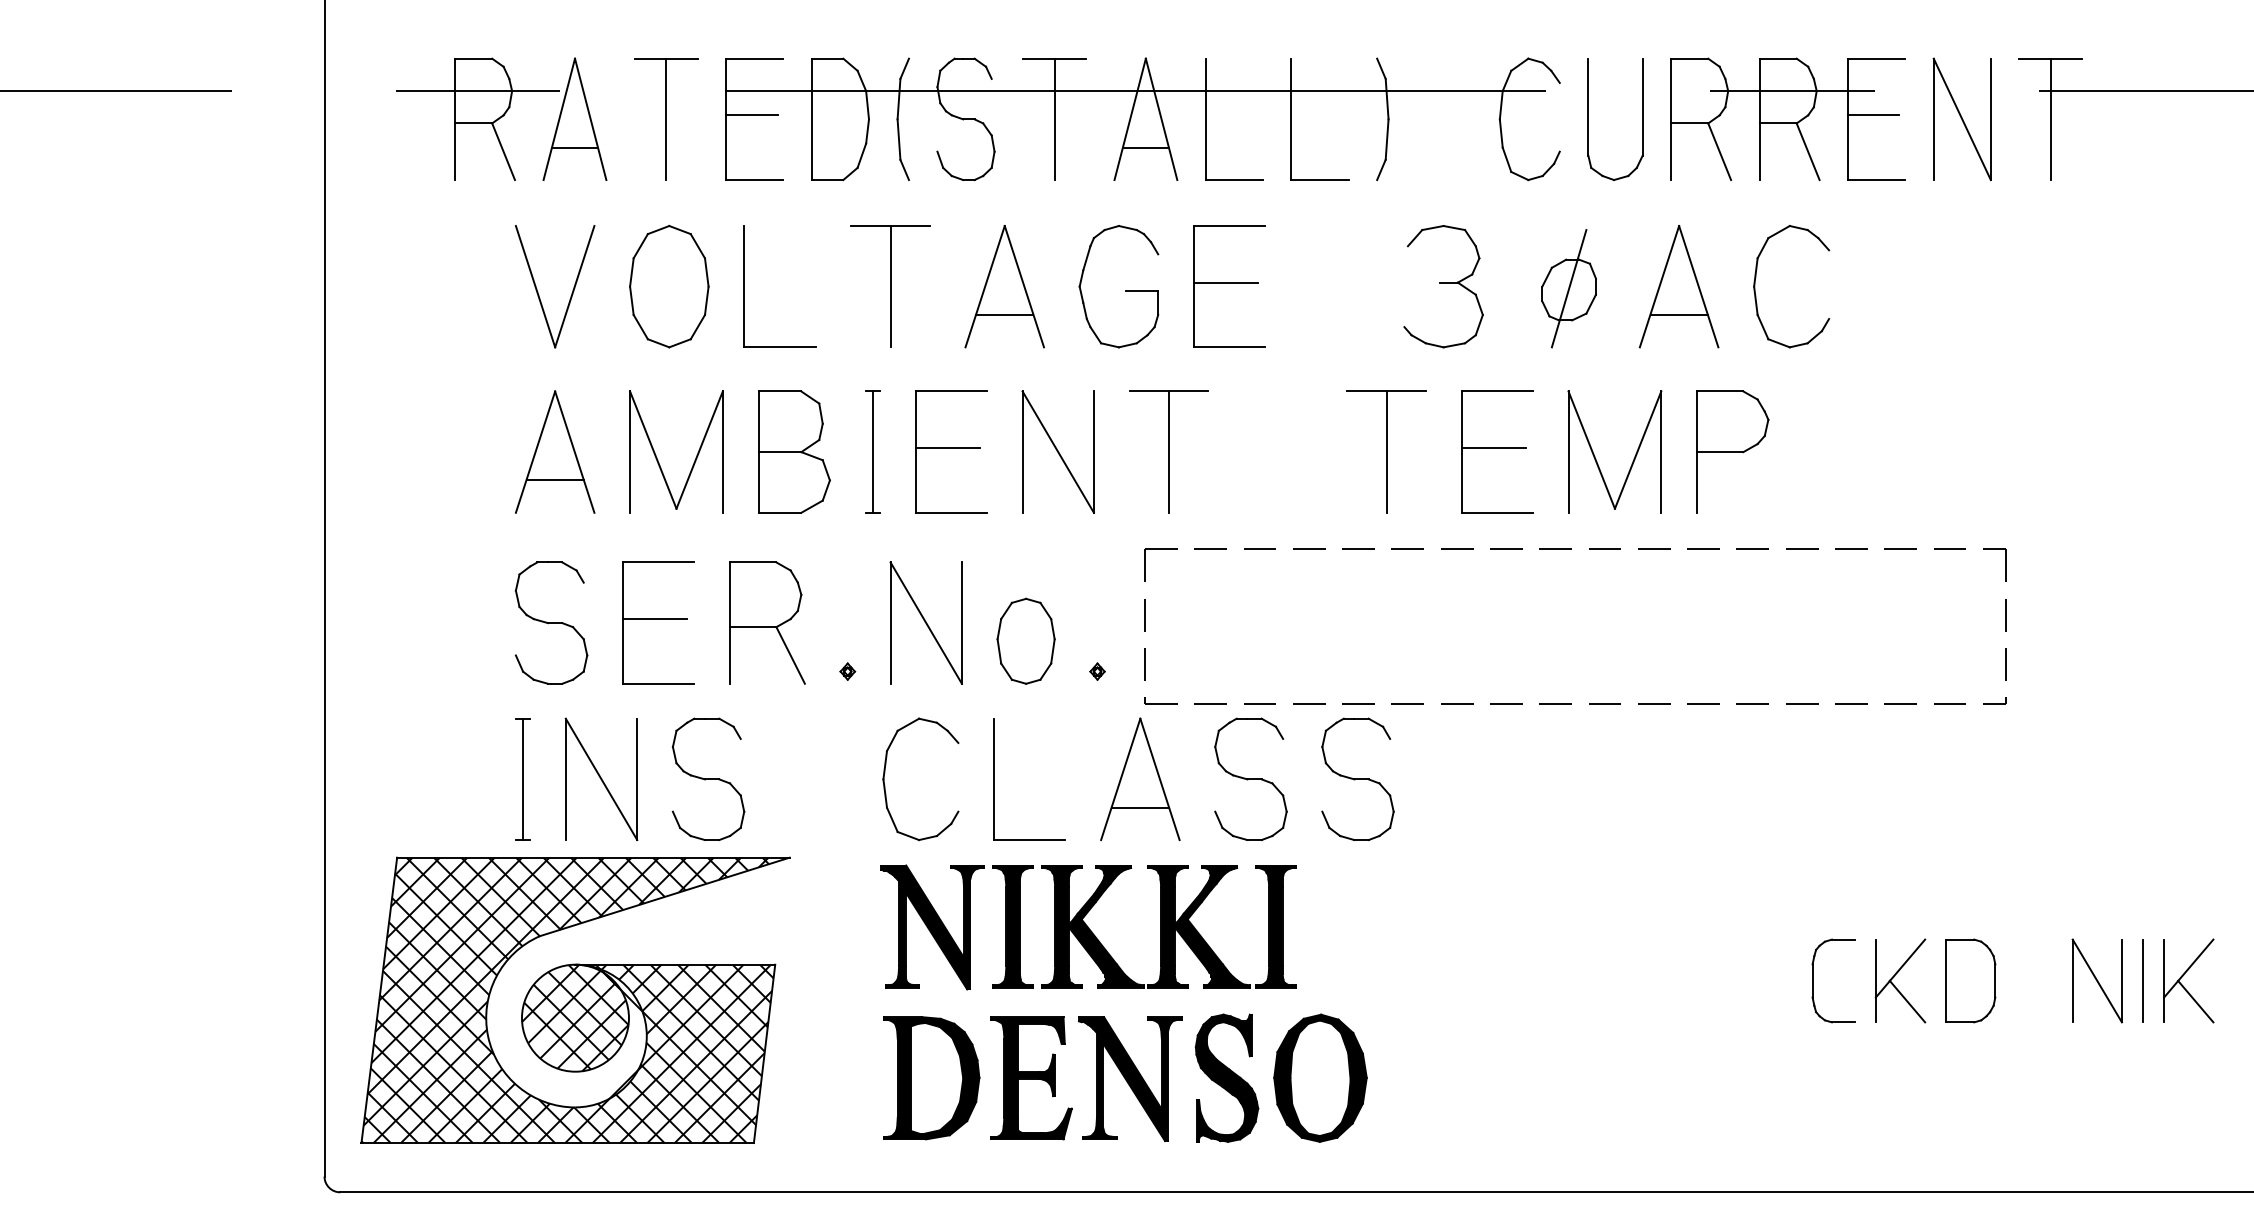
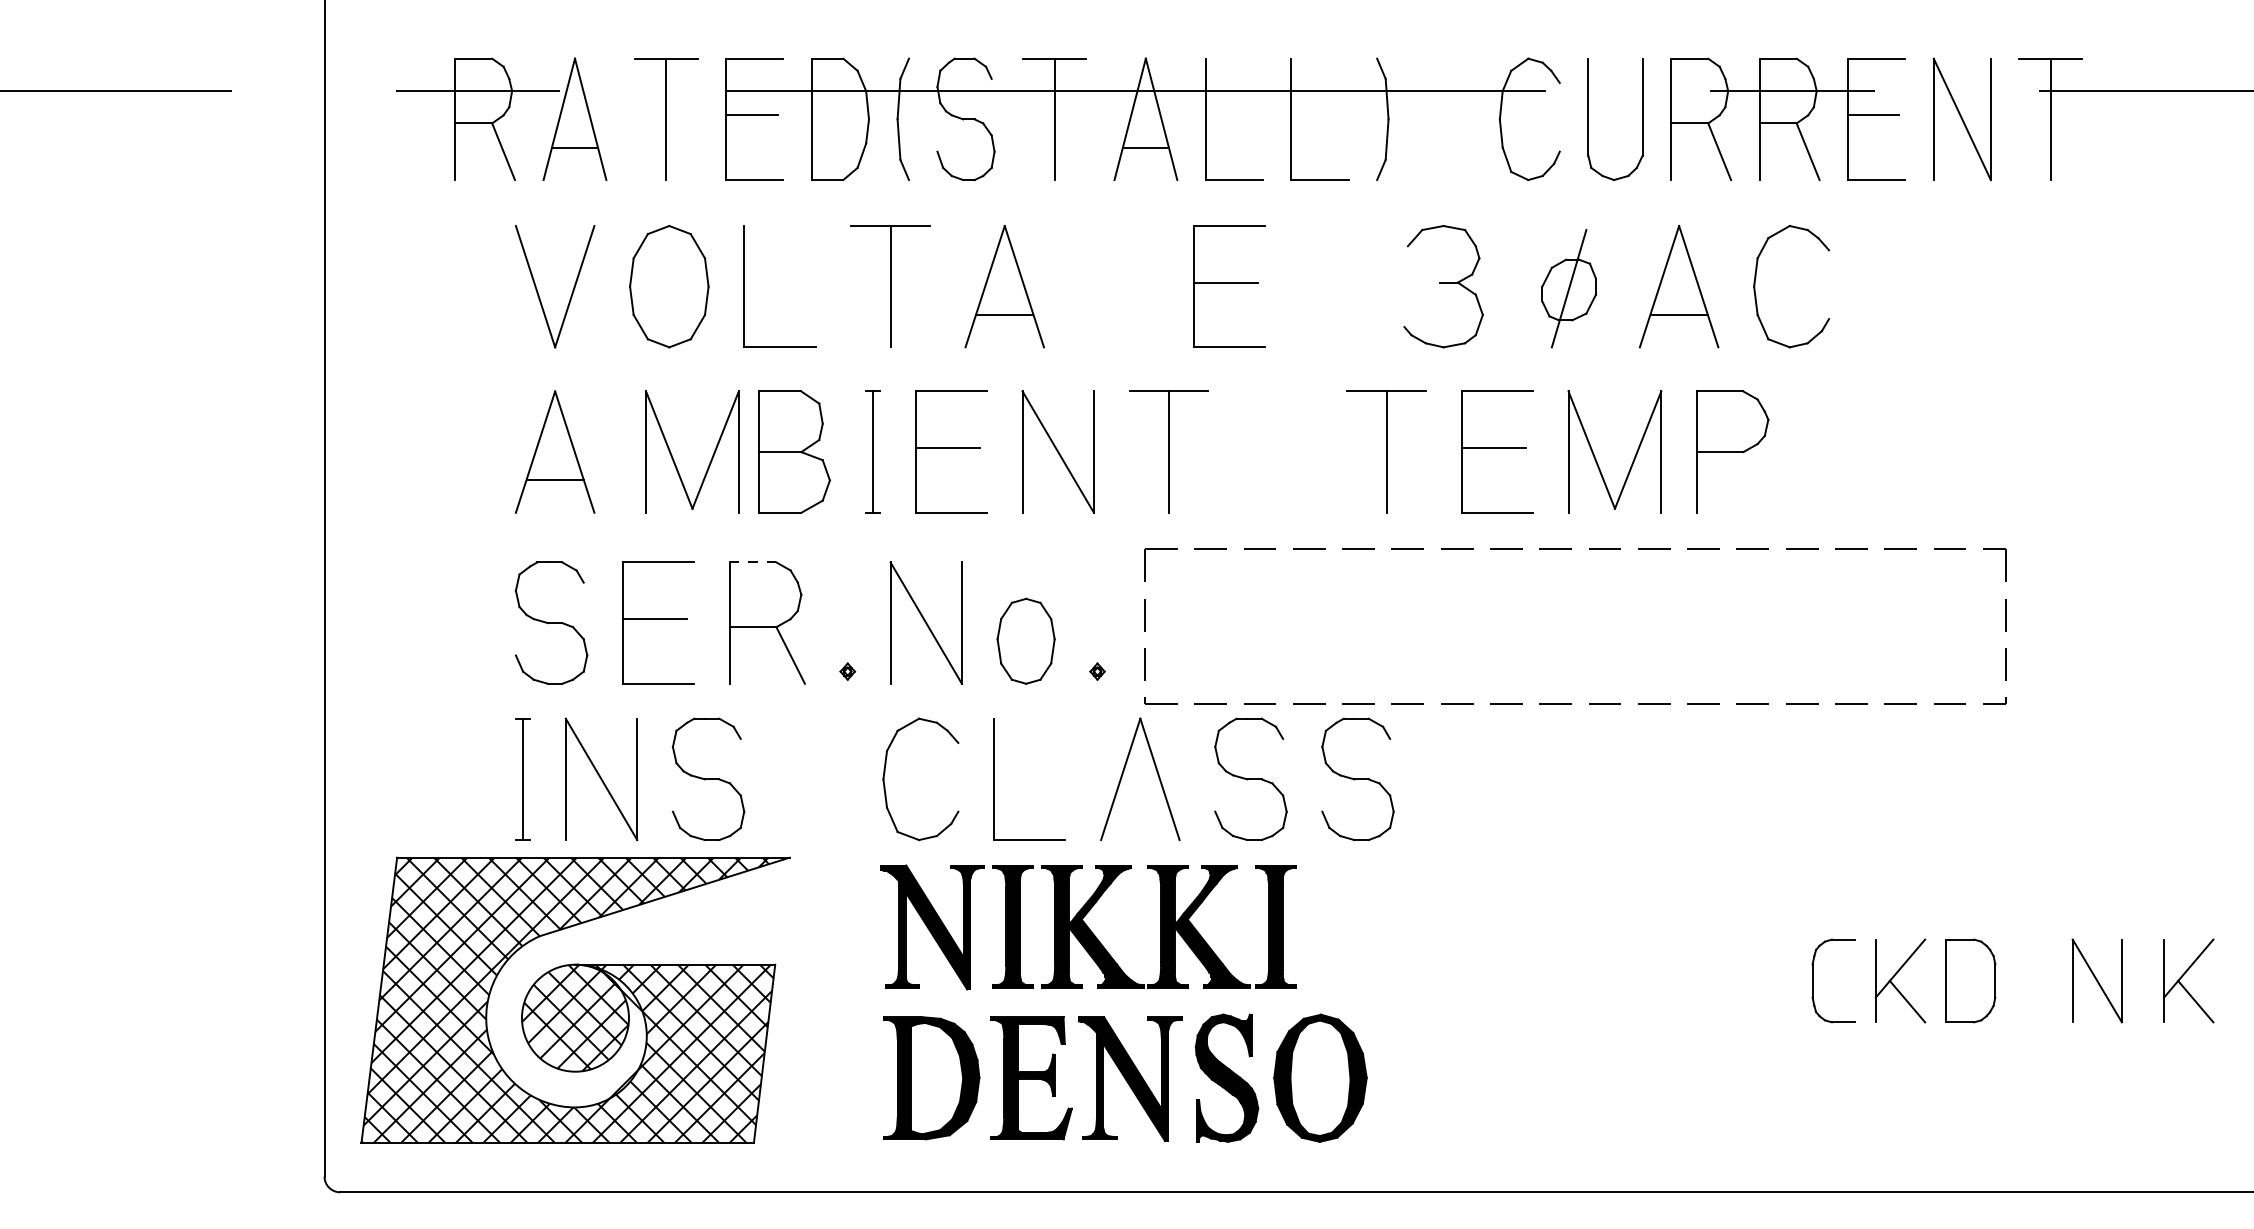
part at (1125, 290): present -> none
part at (657, 457) position: (657, 457) -> (673, 457)
line at (753, 562): solid -> dashed
line at (1139, 807): present -> none
line at (2143, 980): present -> none
